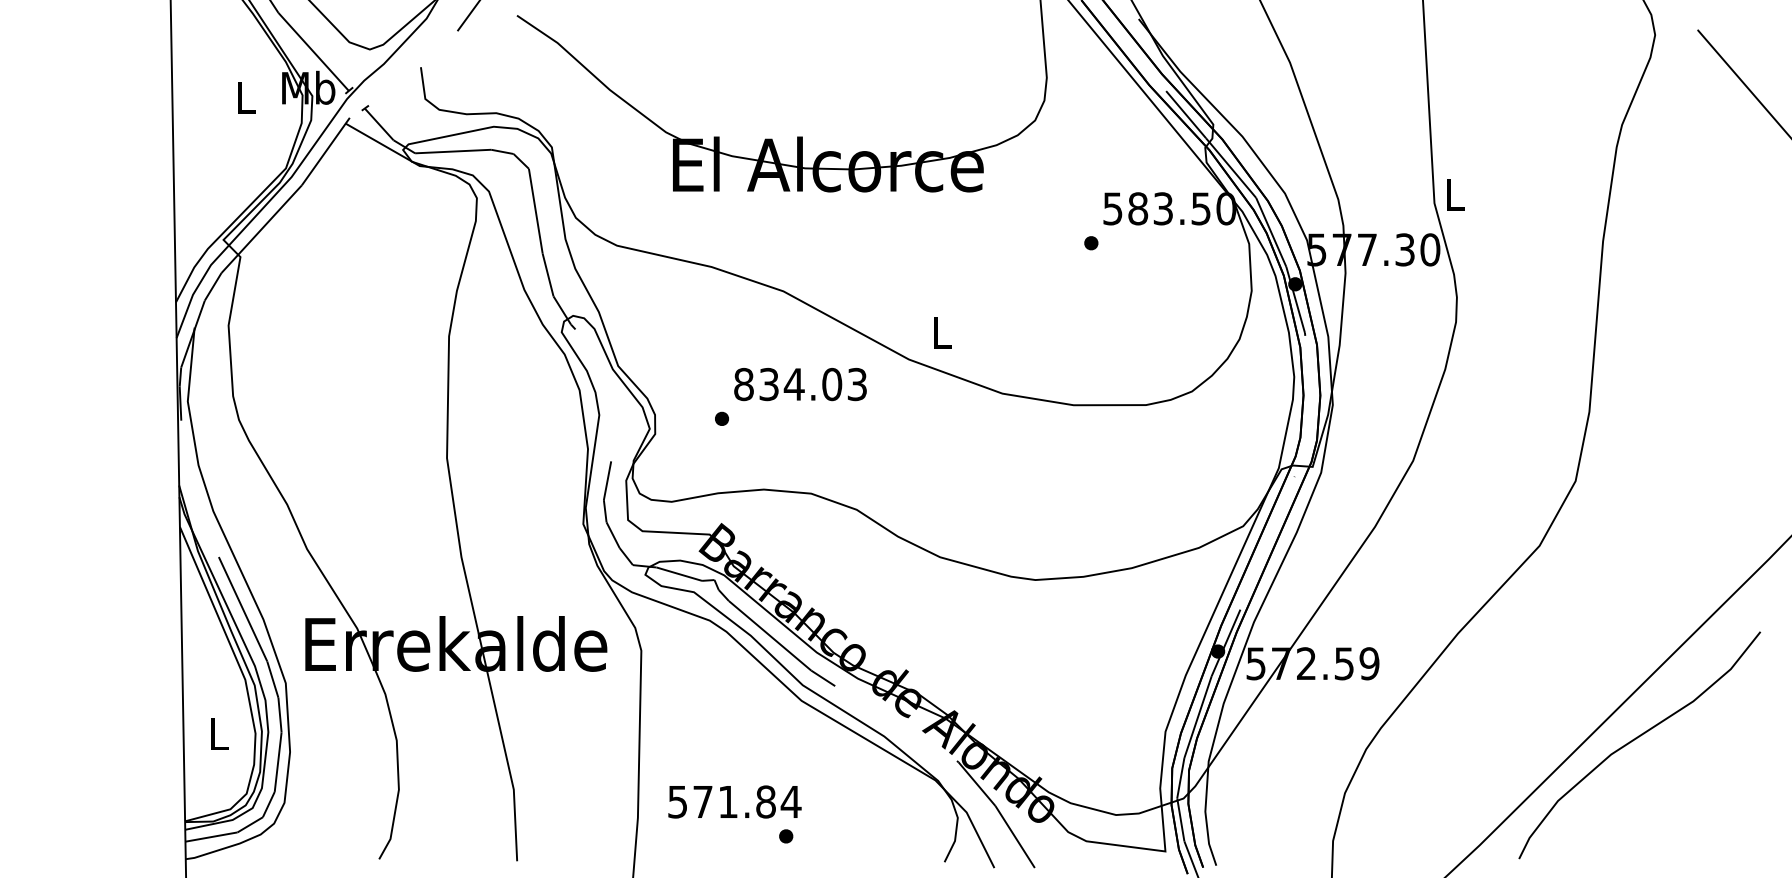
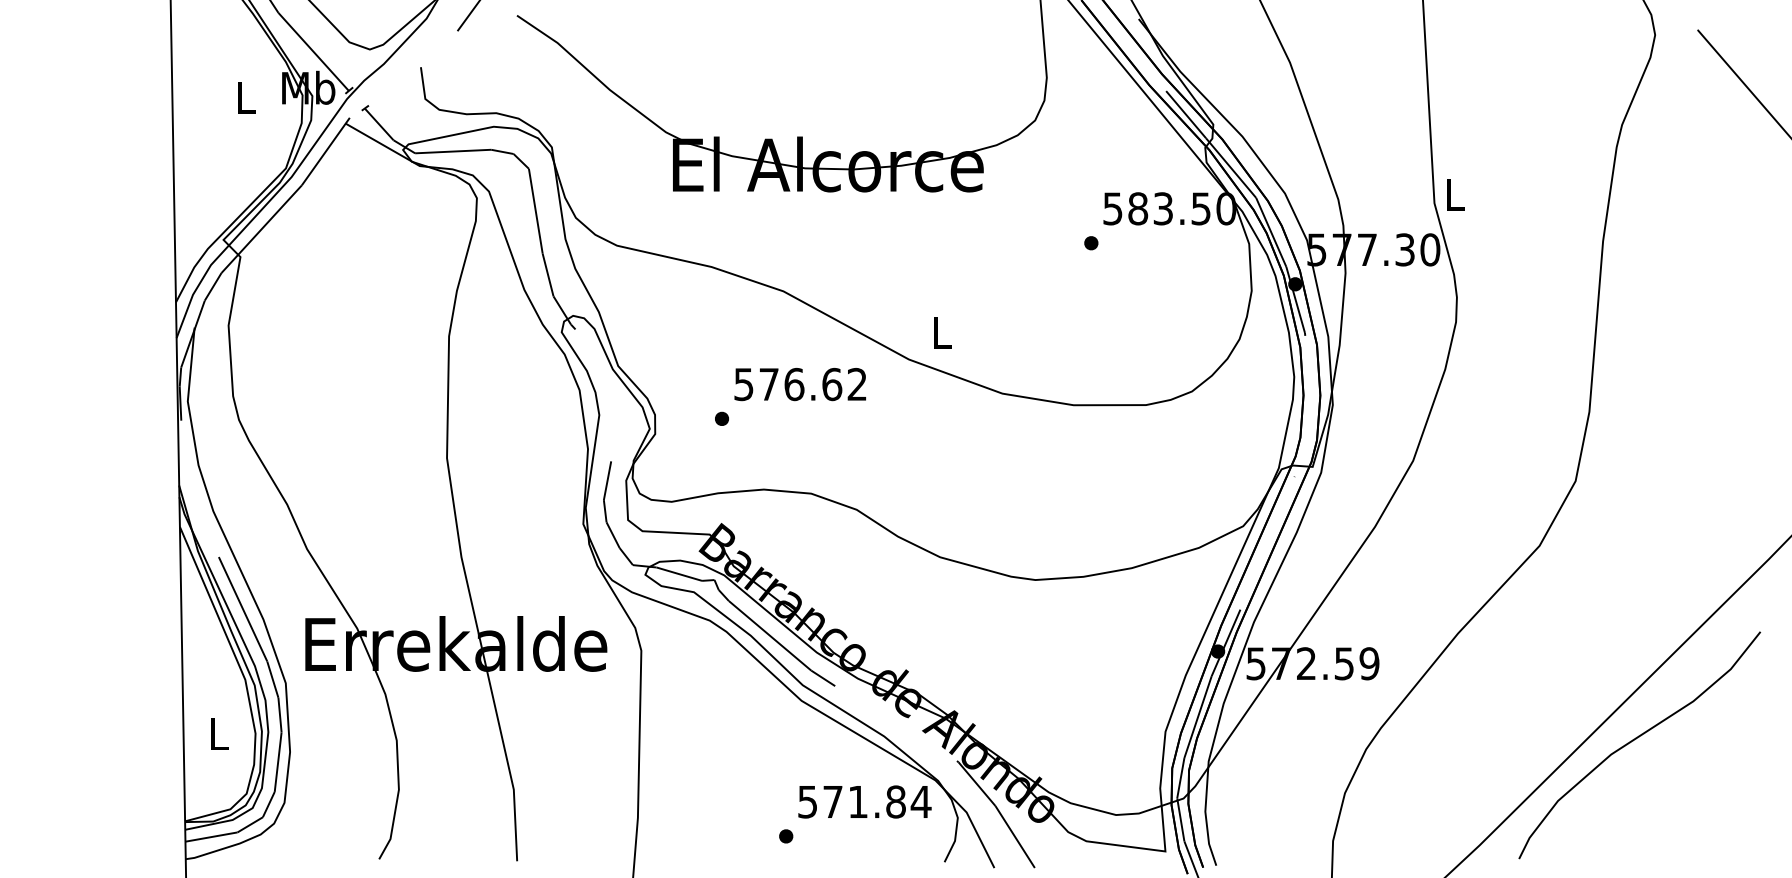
text at (800, 384): 834.03 -> 576.62
text at (734, 801) position: (734, 801) -> (864, 801)
